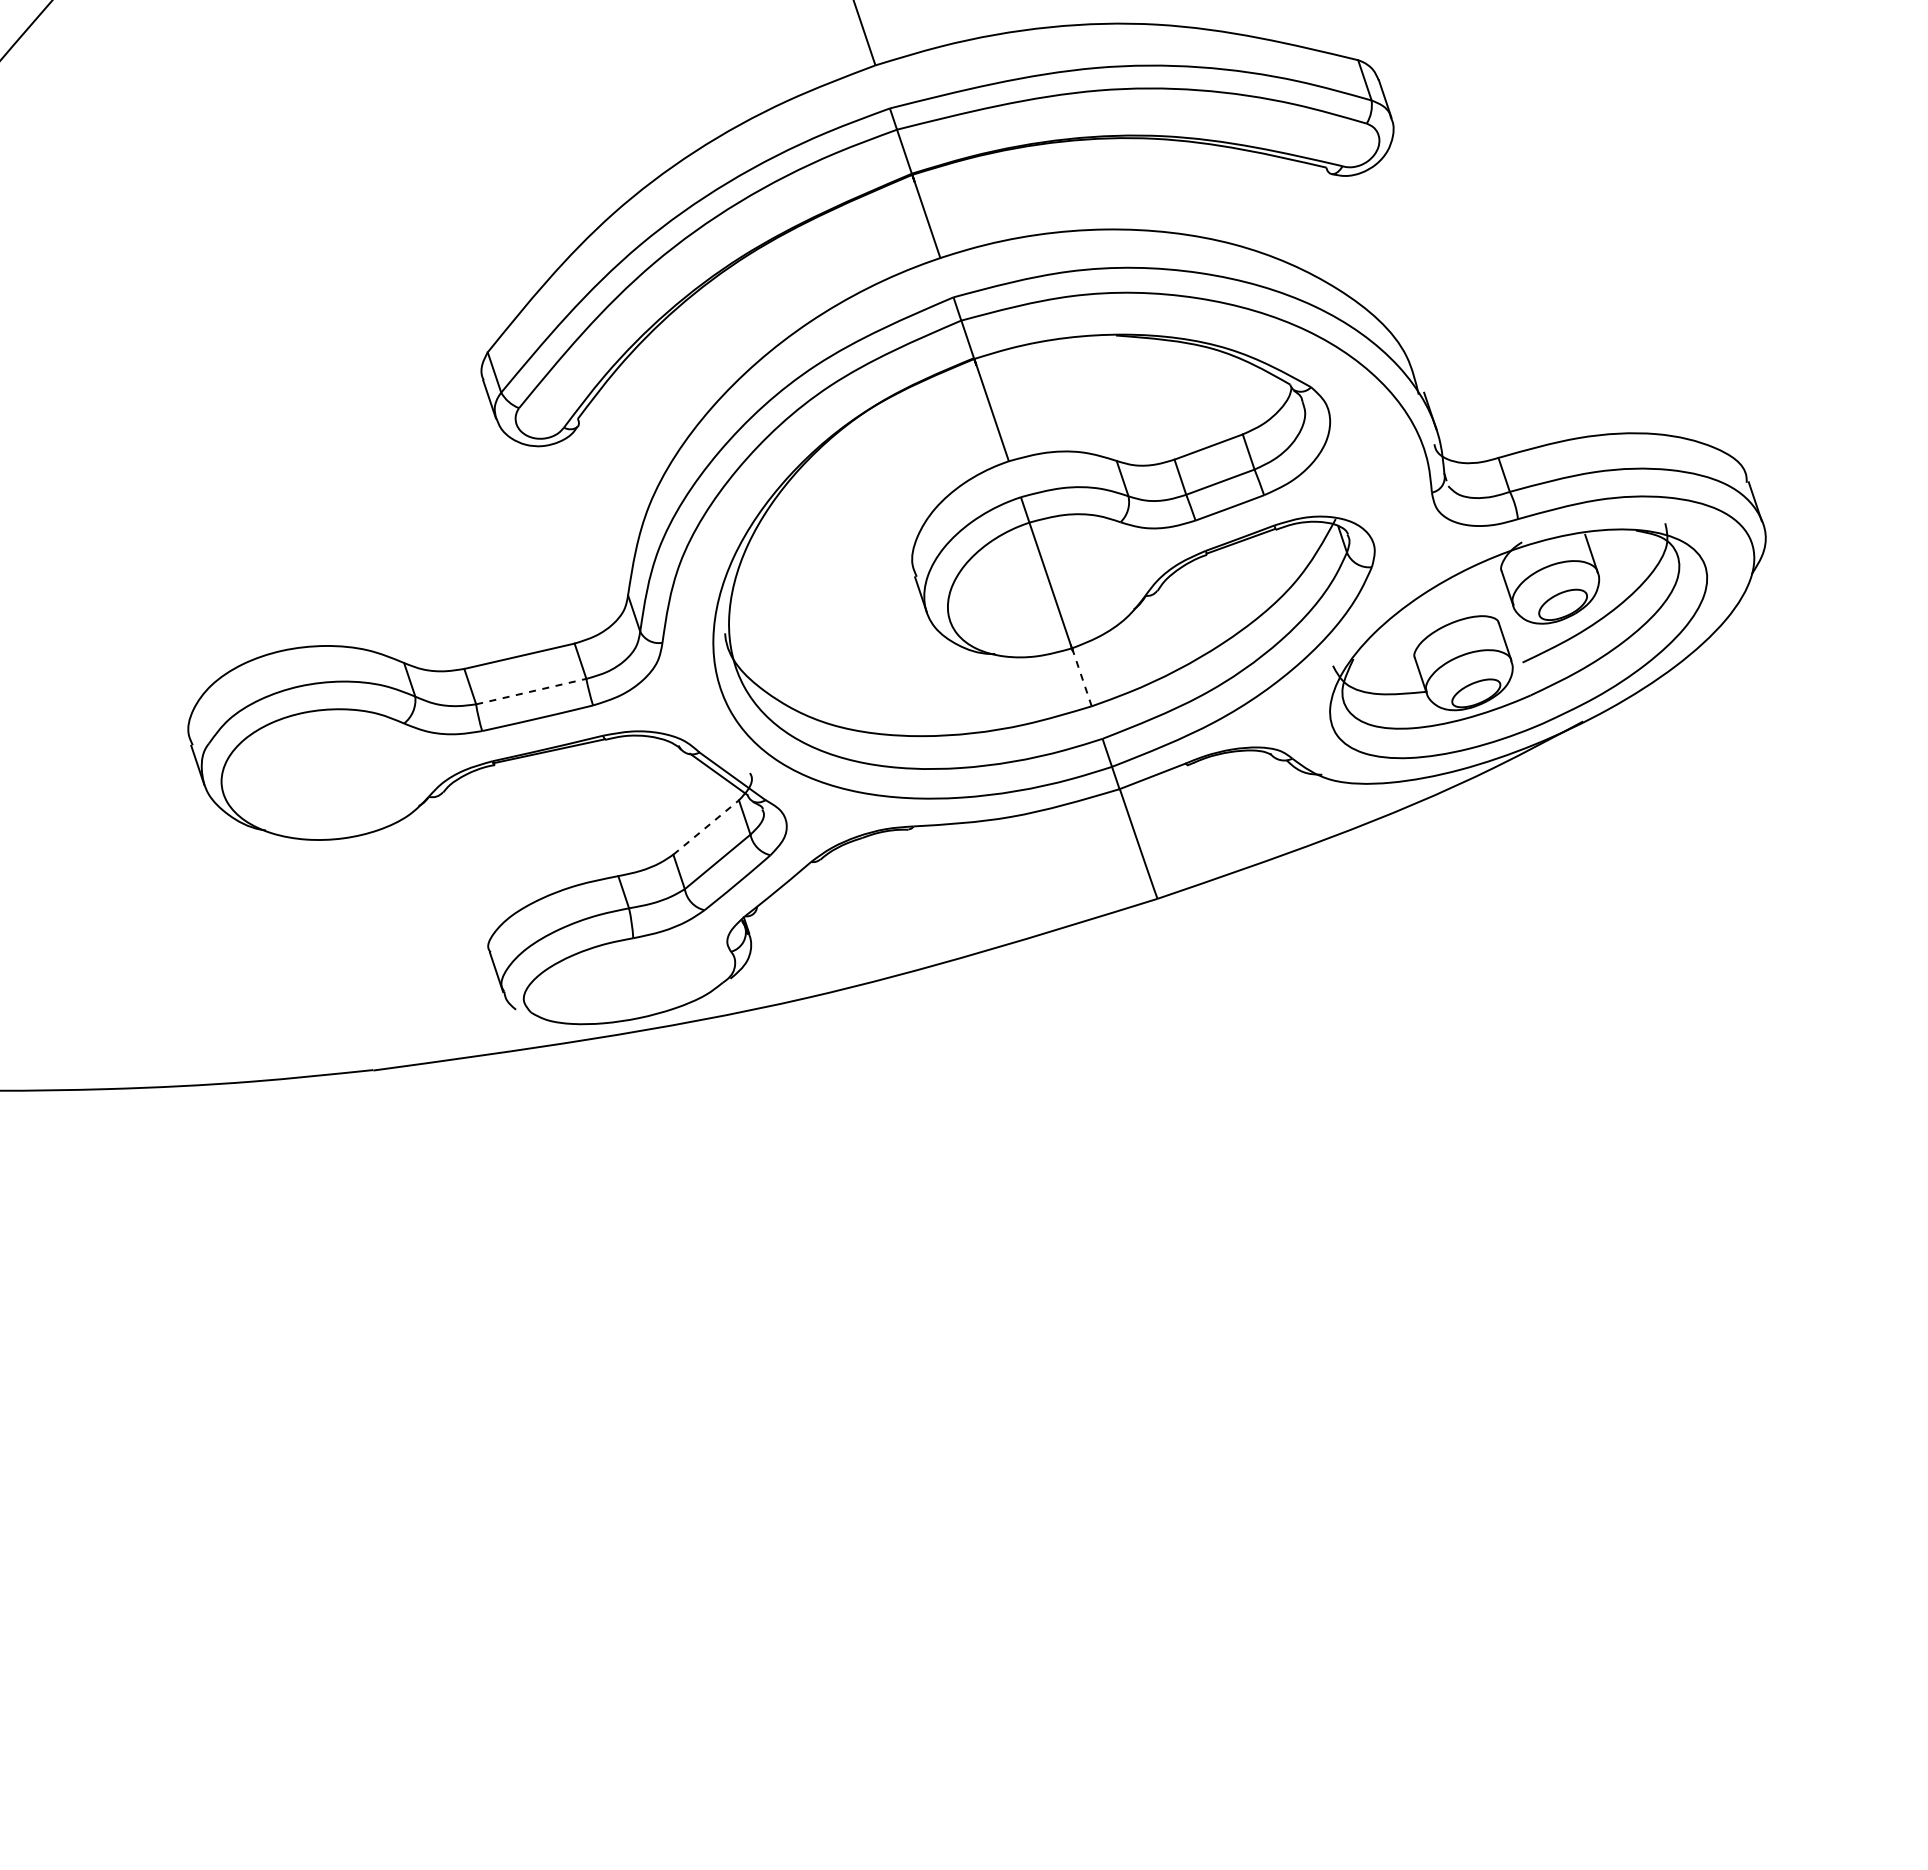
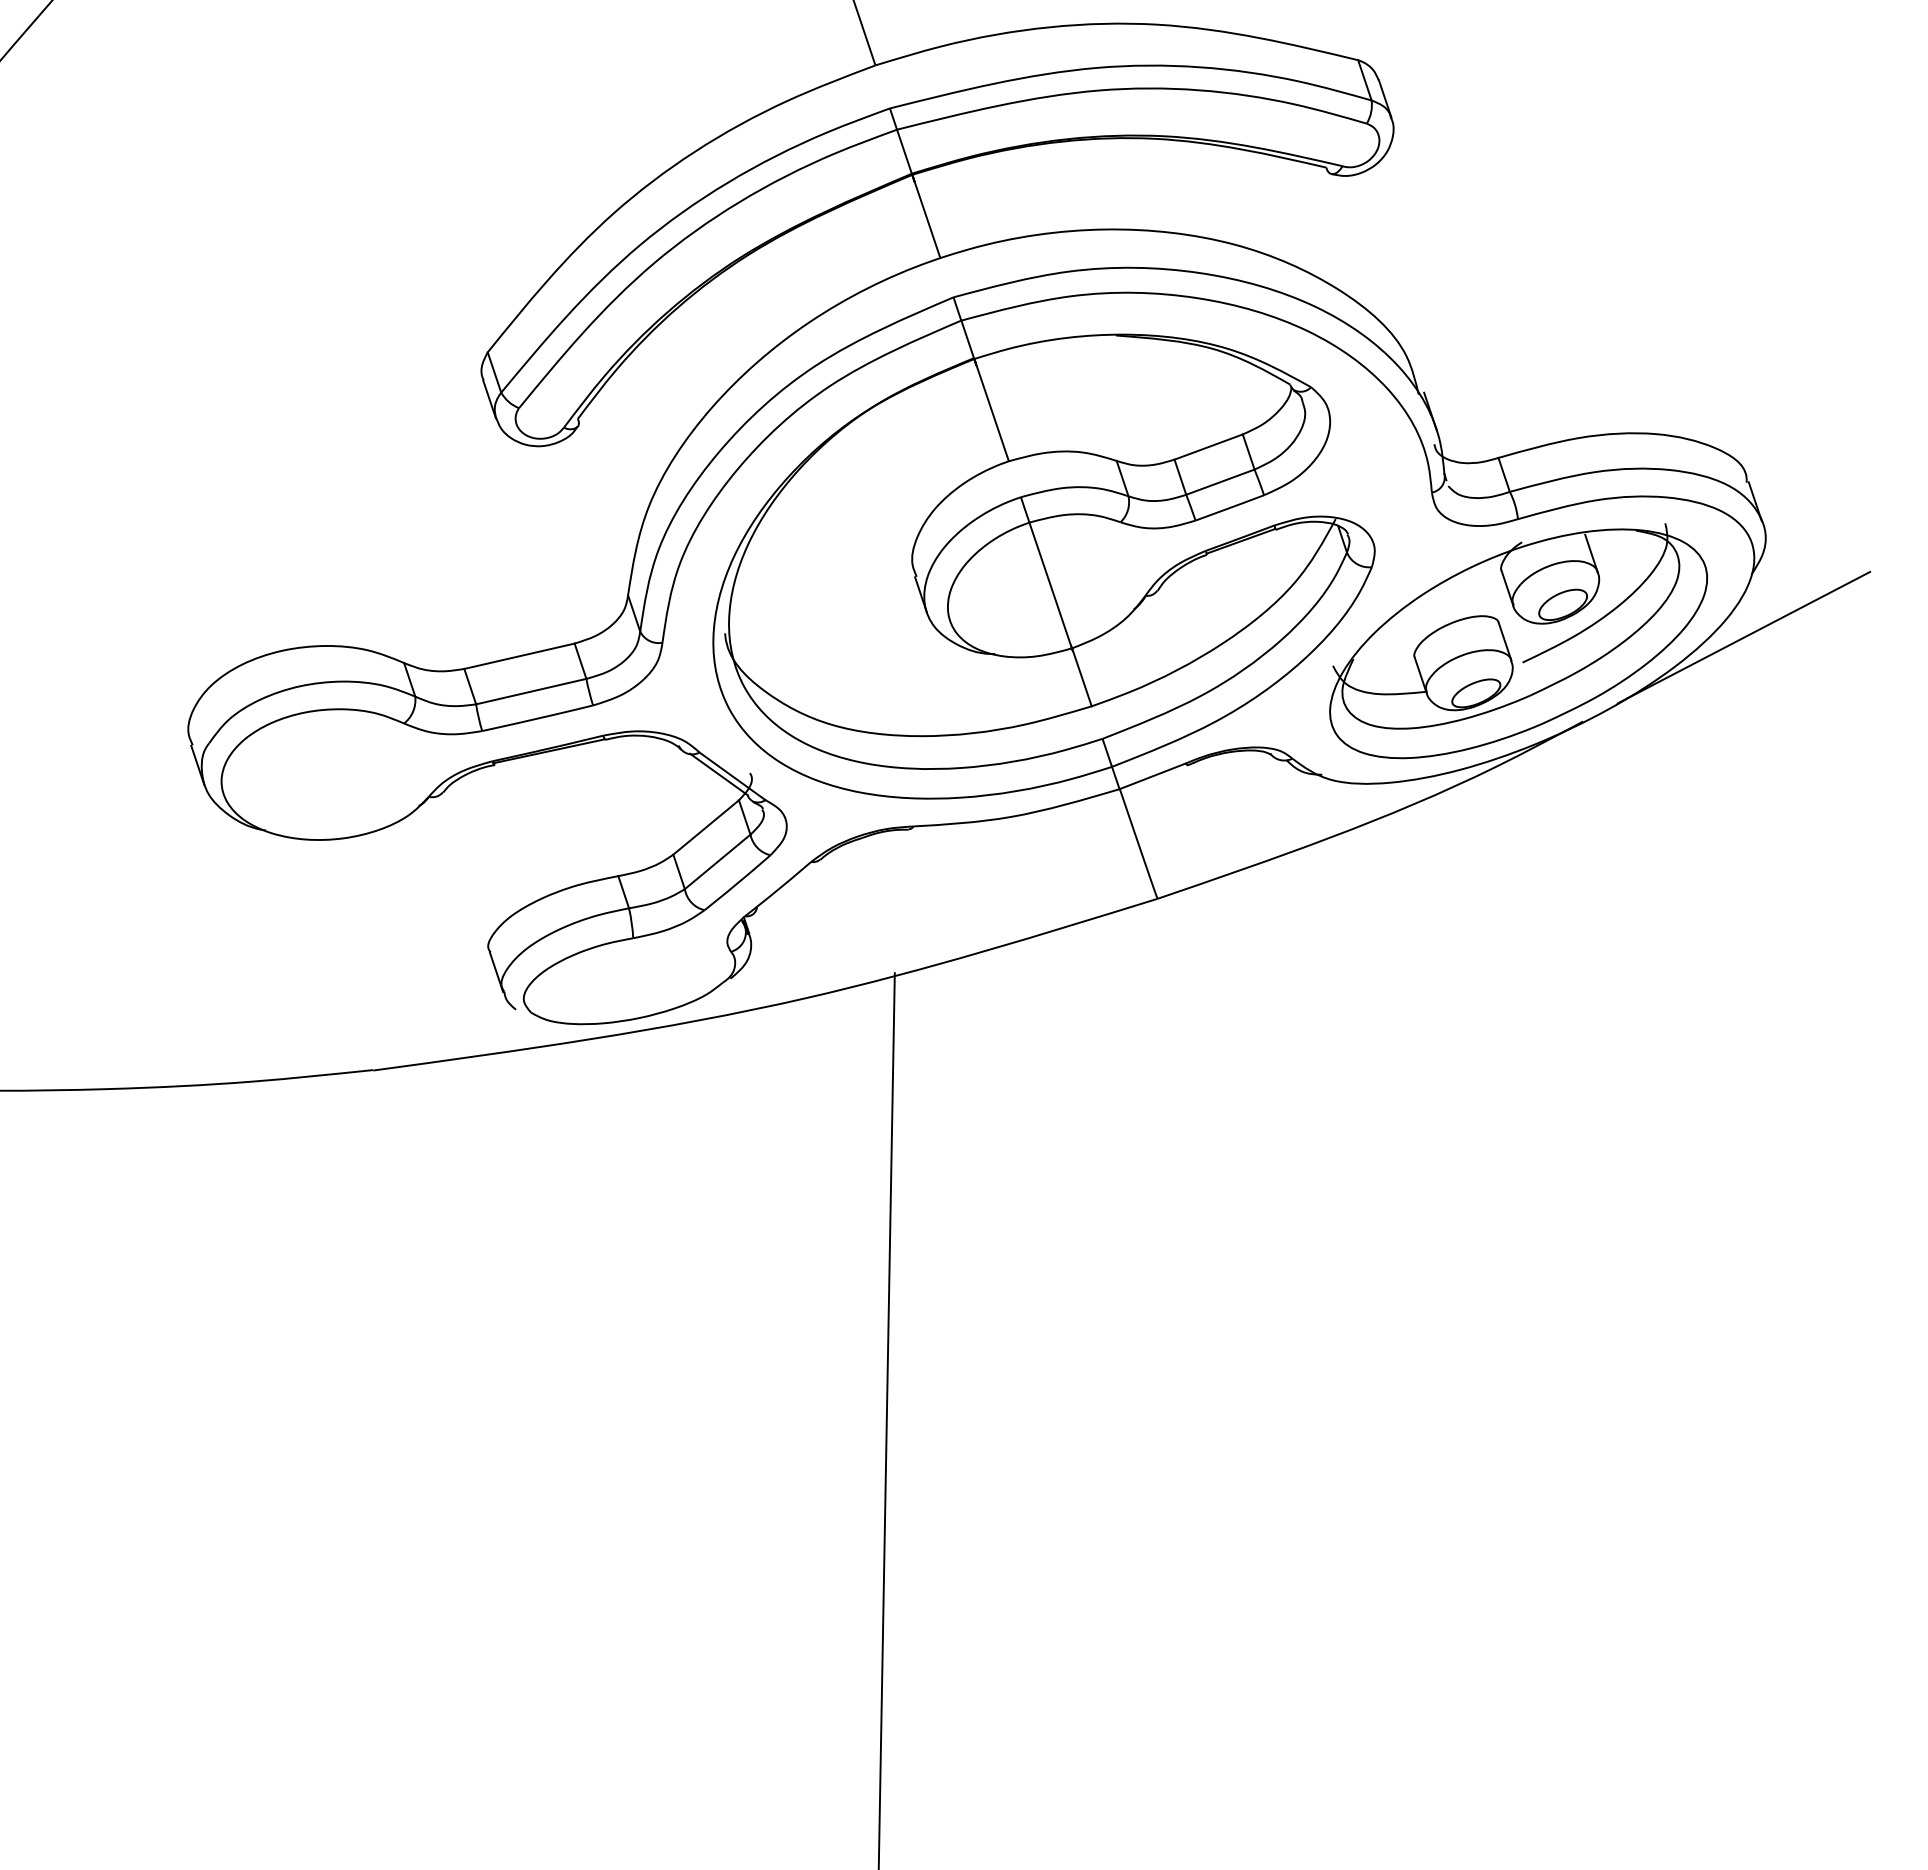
line at (1743, 637): none -> present
line at (1081, 677): dashed -> solid
line at (531, 691): dashed -> solid
line at (706, 827): dashed -> solid
line at (886, 1419): none -> present
